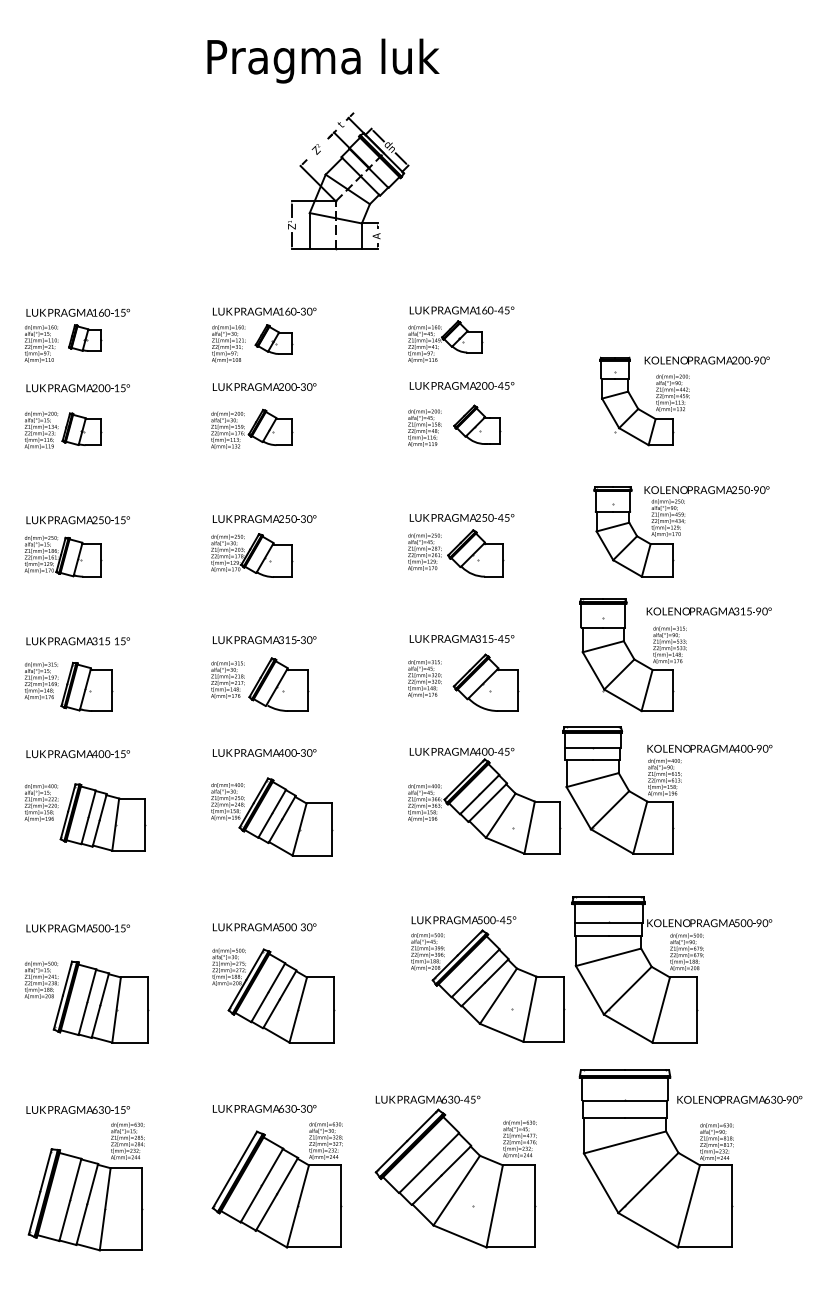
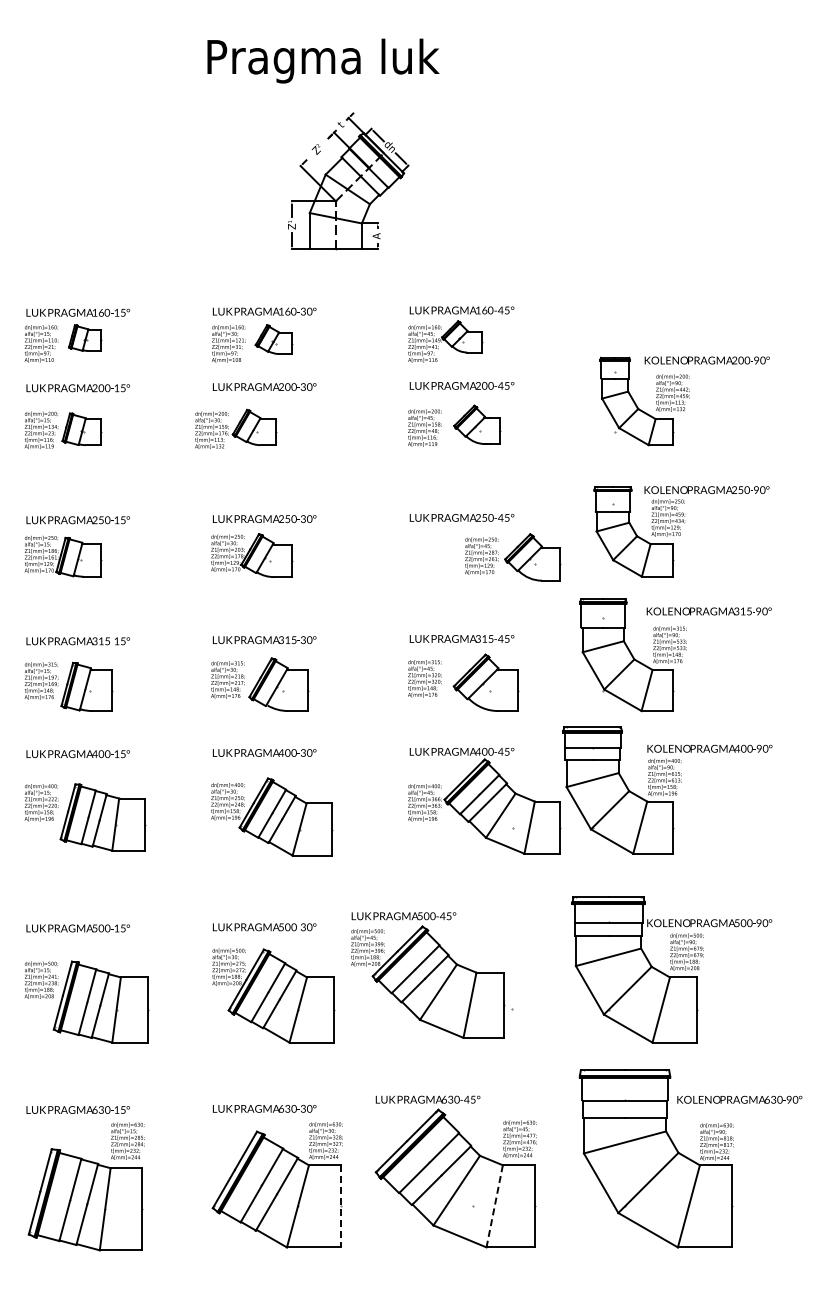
part at (252, 428) position: (252, 428) -> (236, 428)
part at (456, 553) position: (456, 553) -> (513, 557)
part at (488, 979) position: (488, 979) -> (428, 975)
line at (340, 1206): solid -> dashed
line at (494, 1206): solid -> dashed
